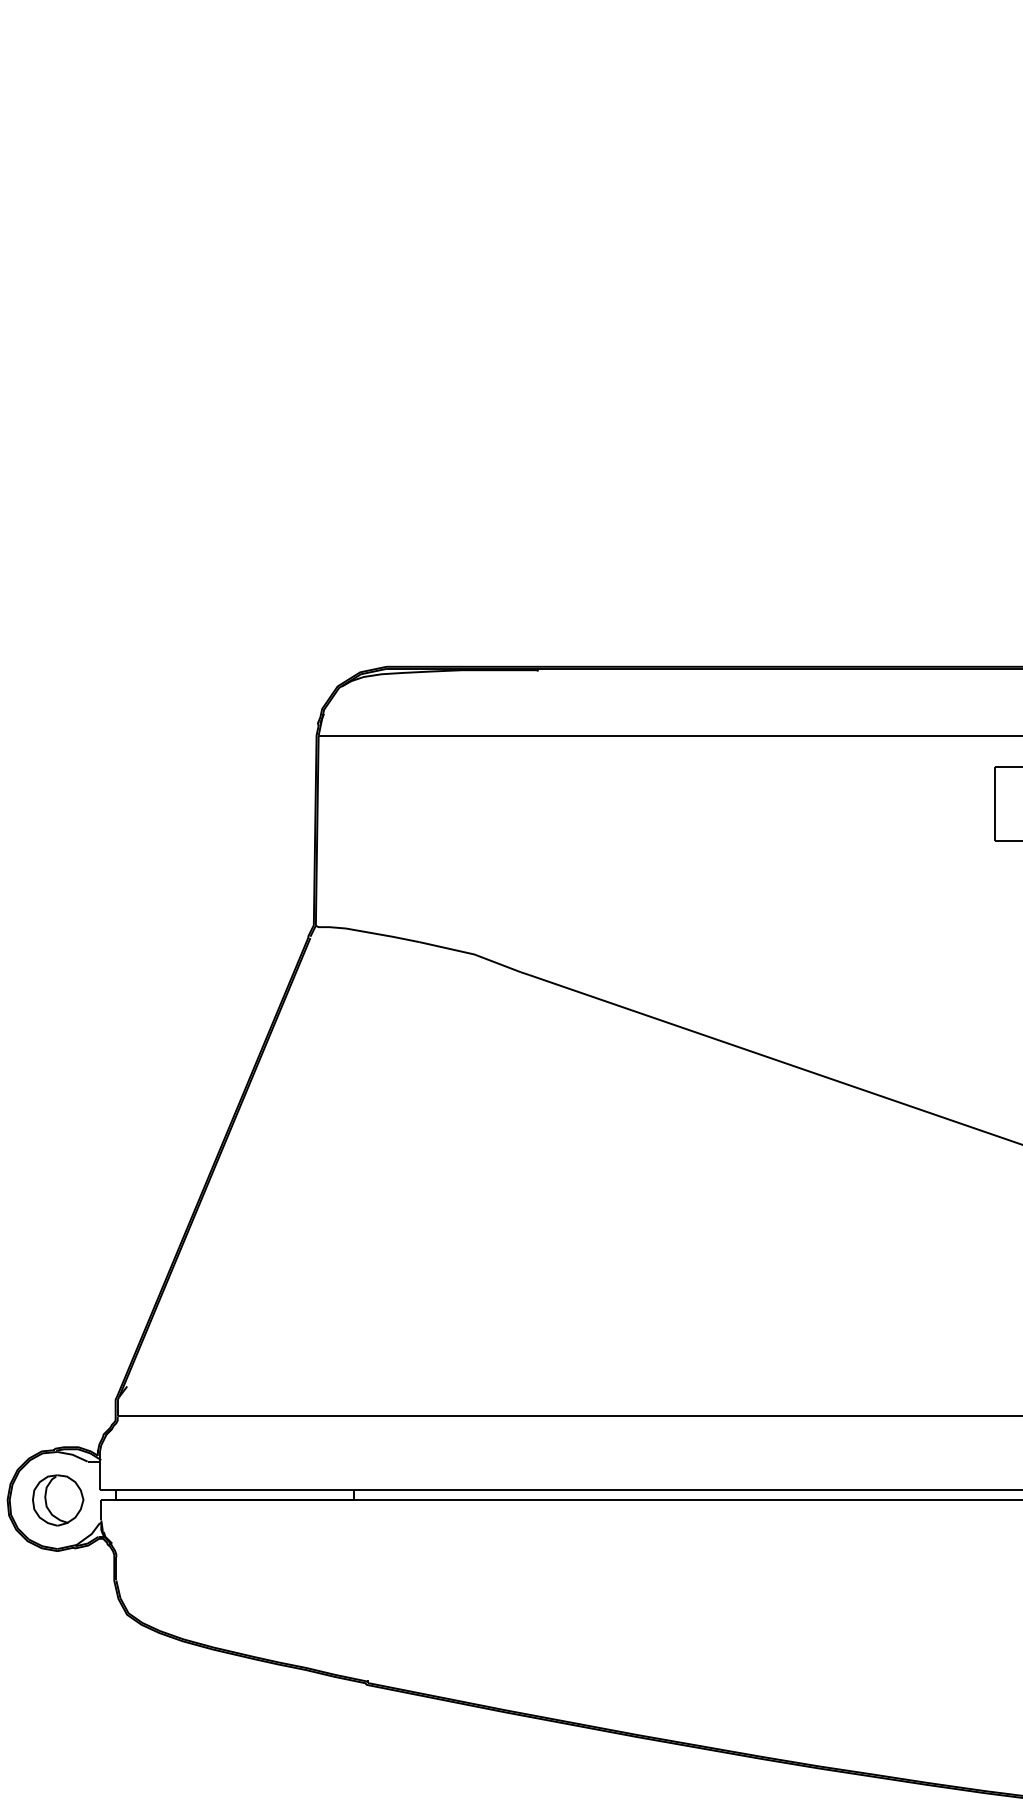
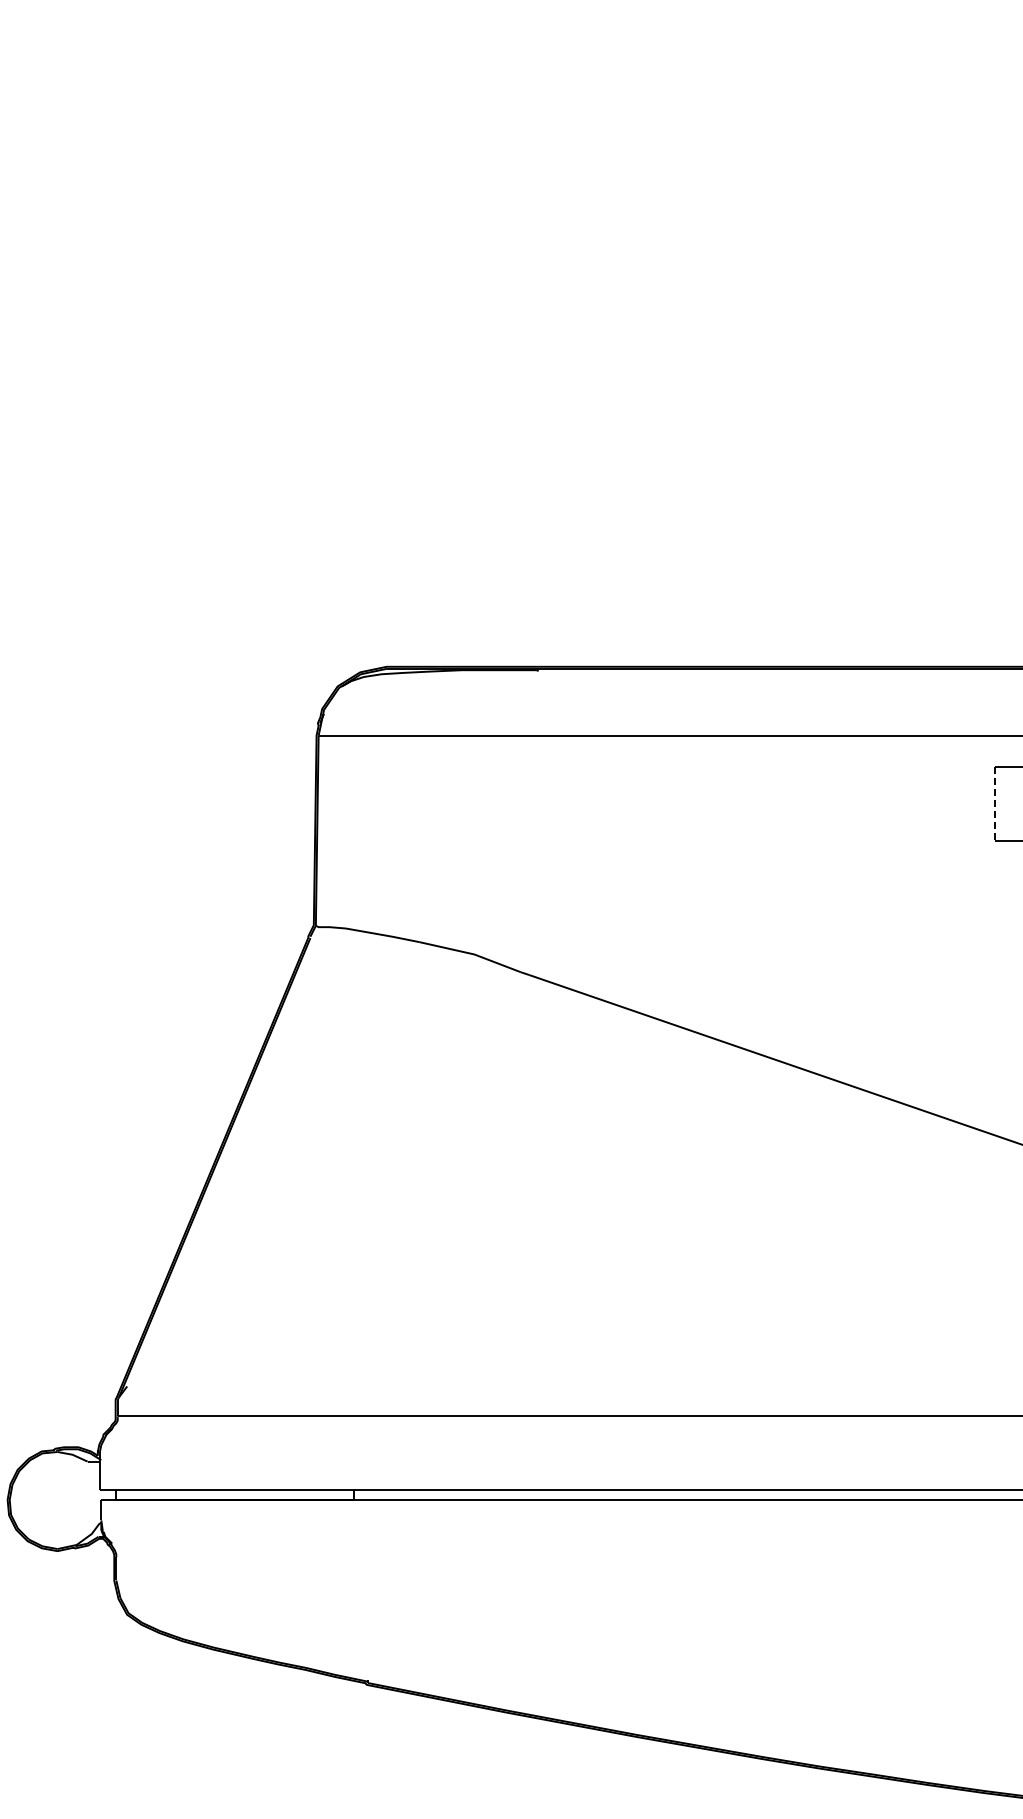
line at (995, 804): solid -> dashed
part at (58, 1500): present -> none
